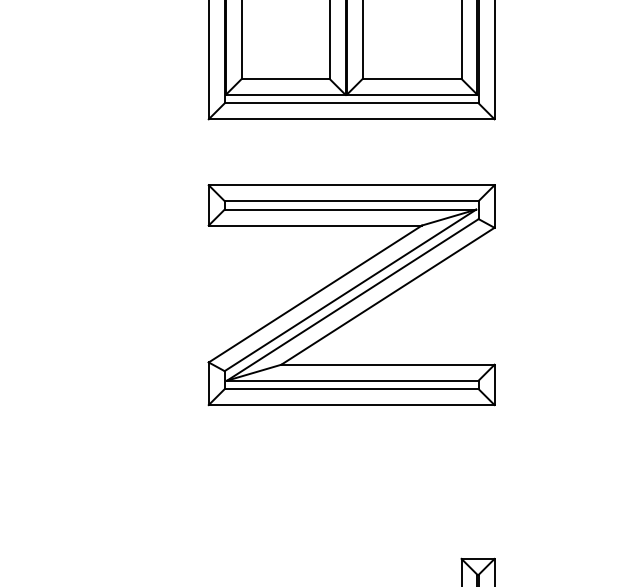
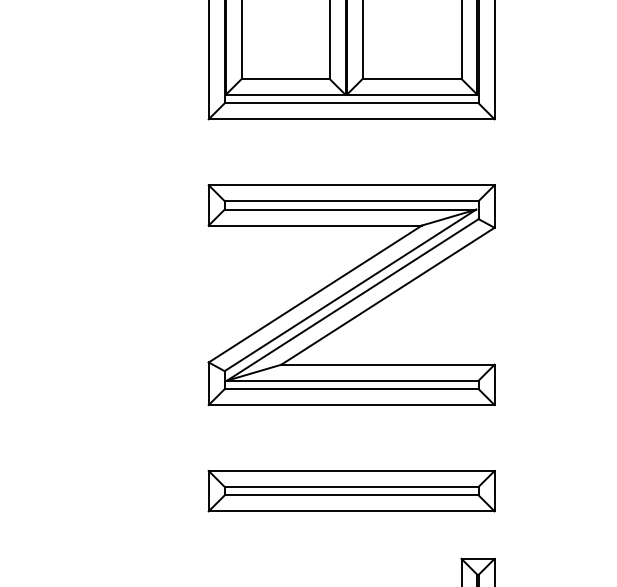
part at (351, 490): none -> present
